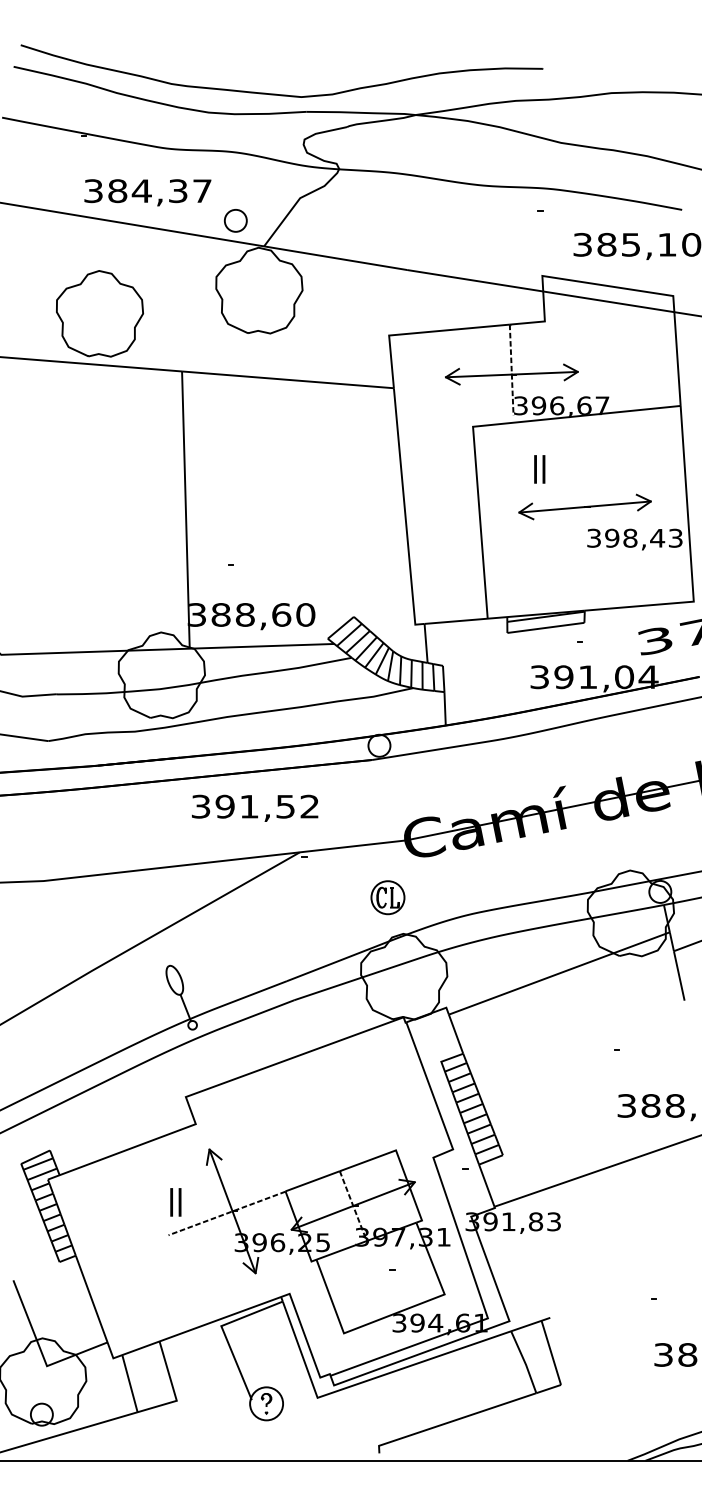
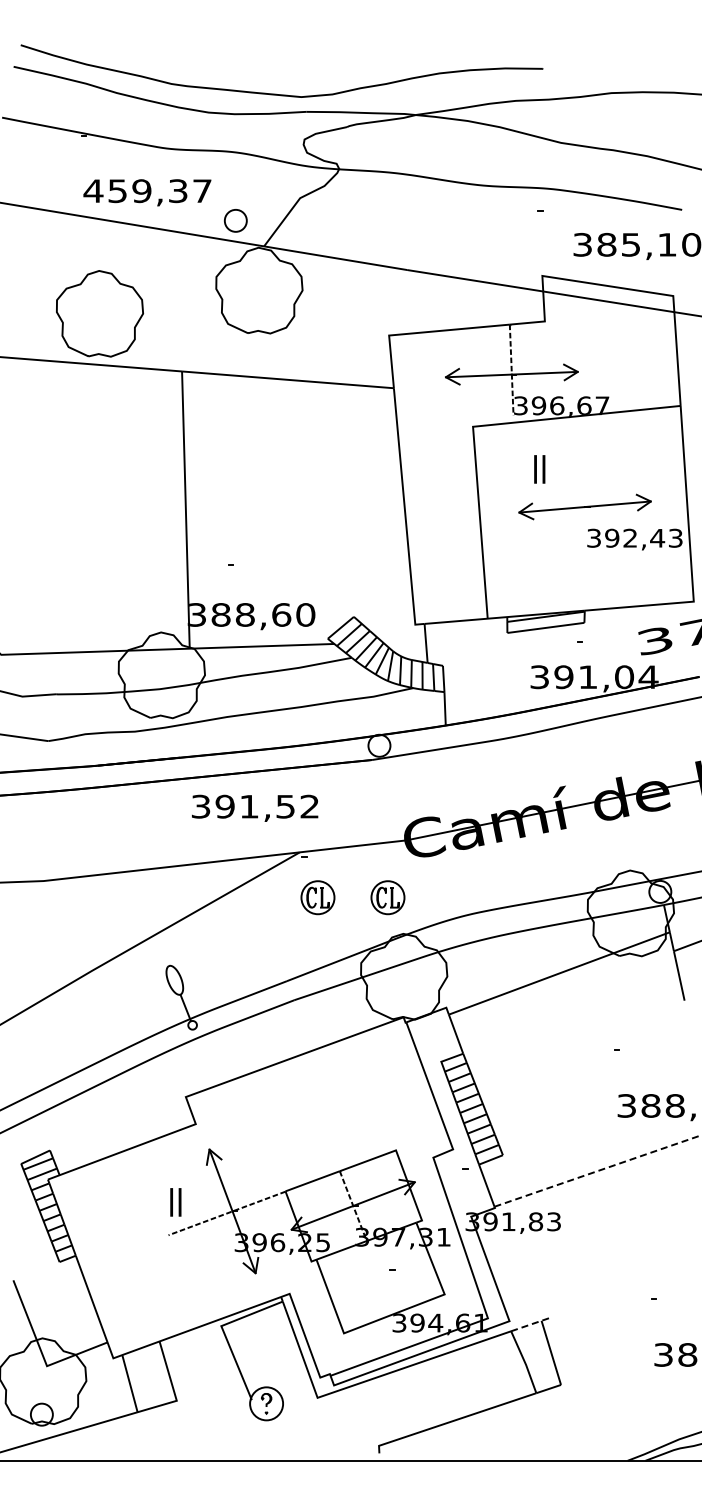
text at (117, 191): 384,37 -> 459,37
text at (630, 537): 398,43 -> 392,43
part at (317, 897): none -> present
line at (598, 1170): solid -> dashed
line at (530, 1324): solid -> dashed
